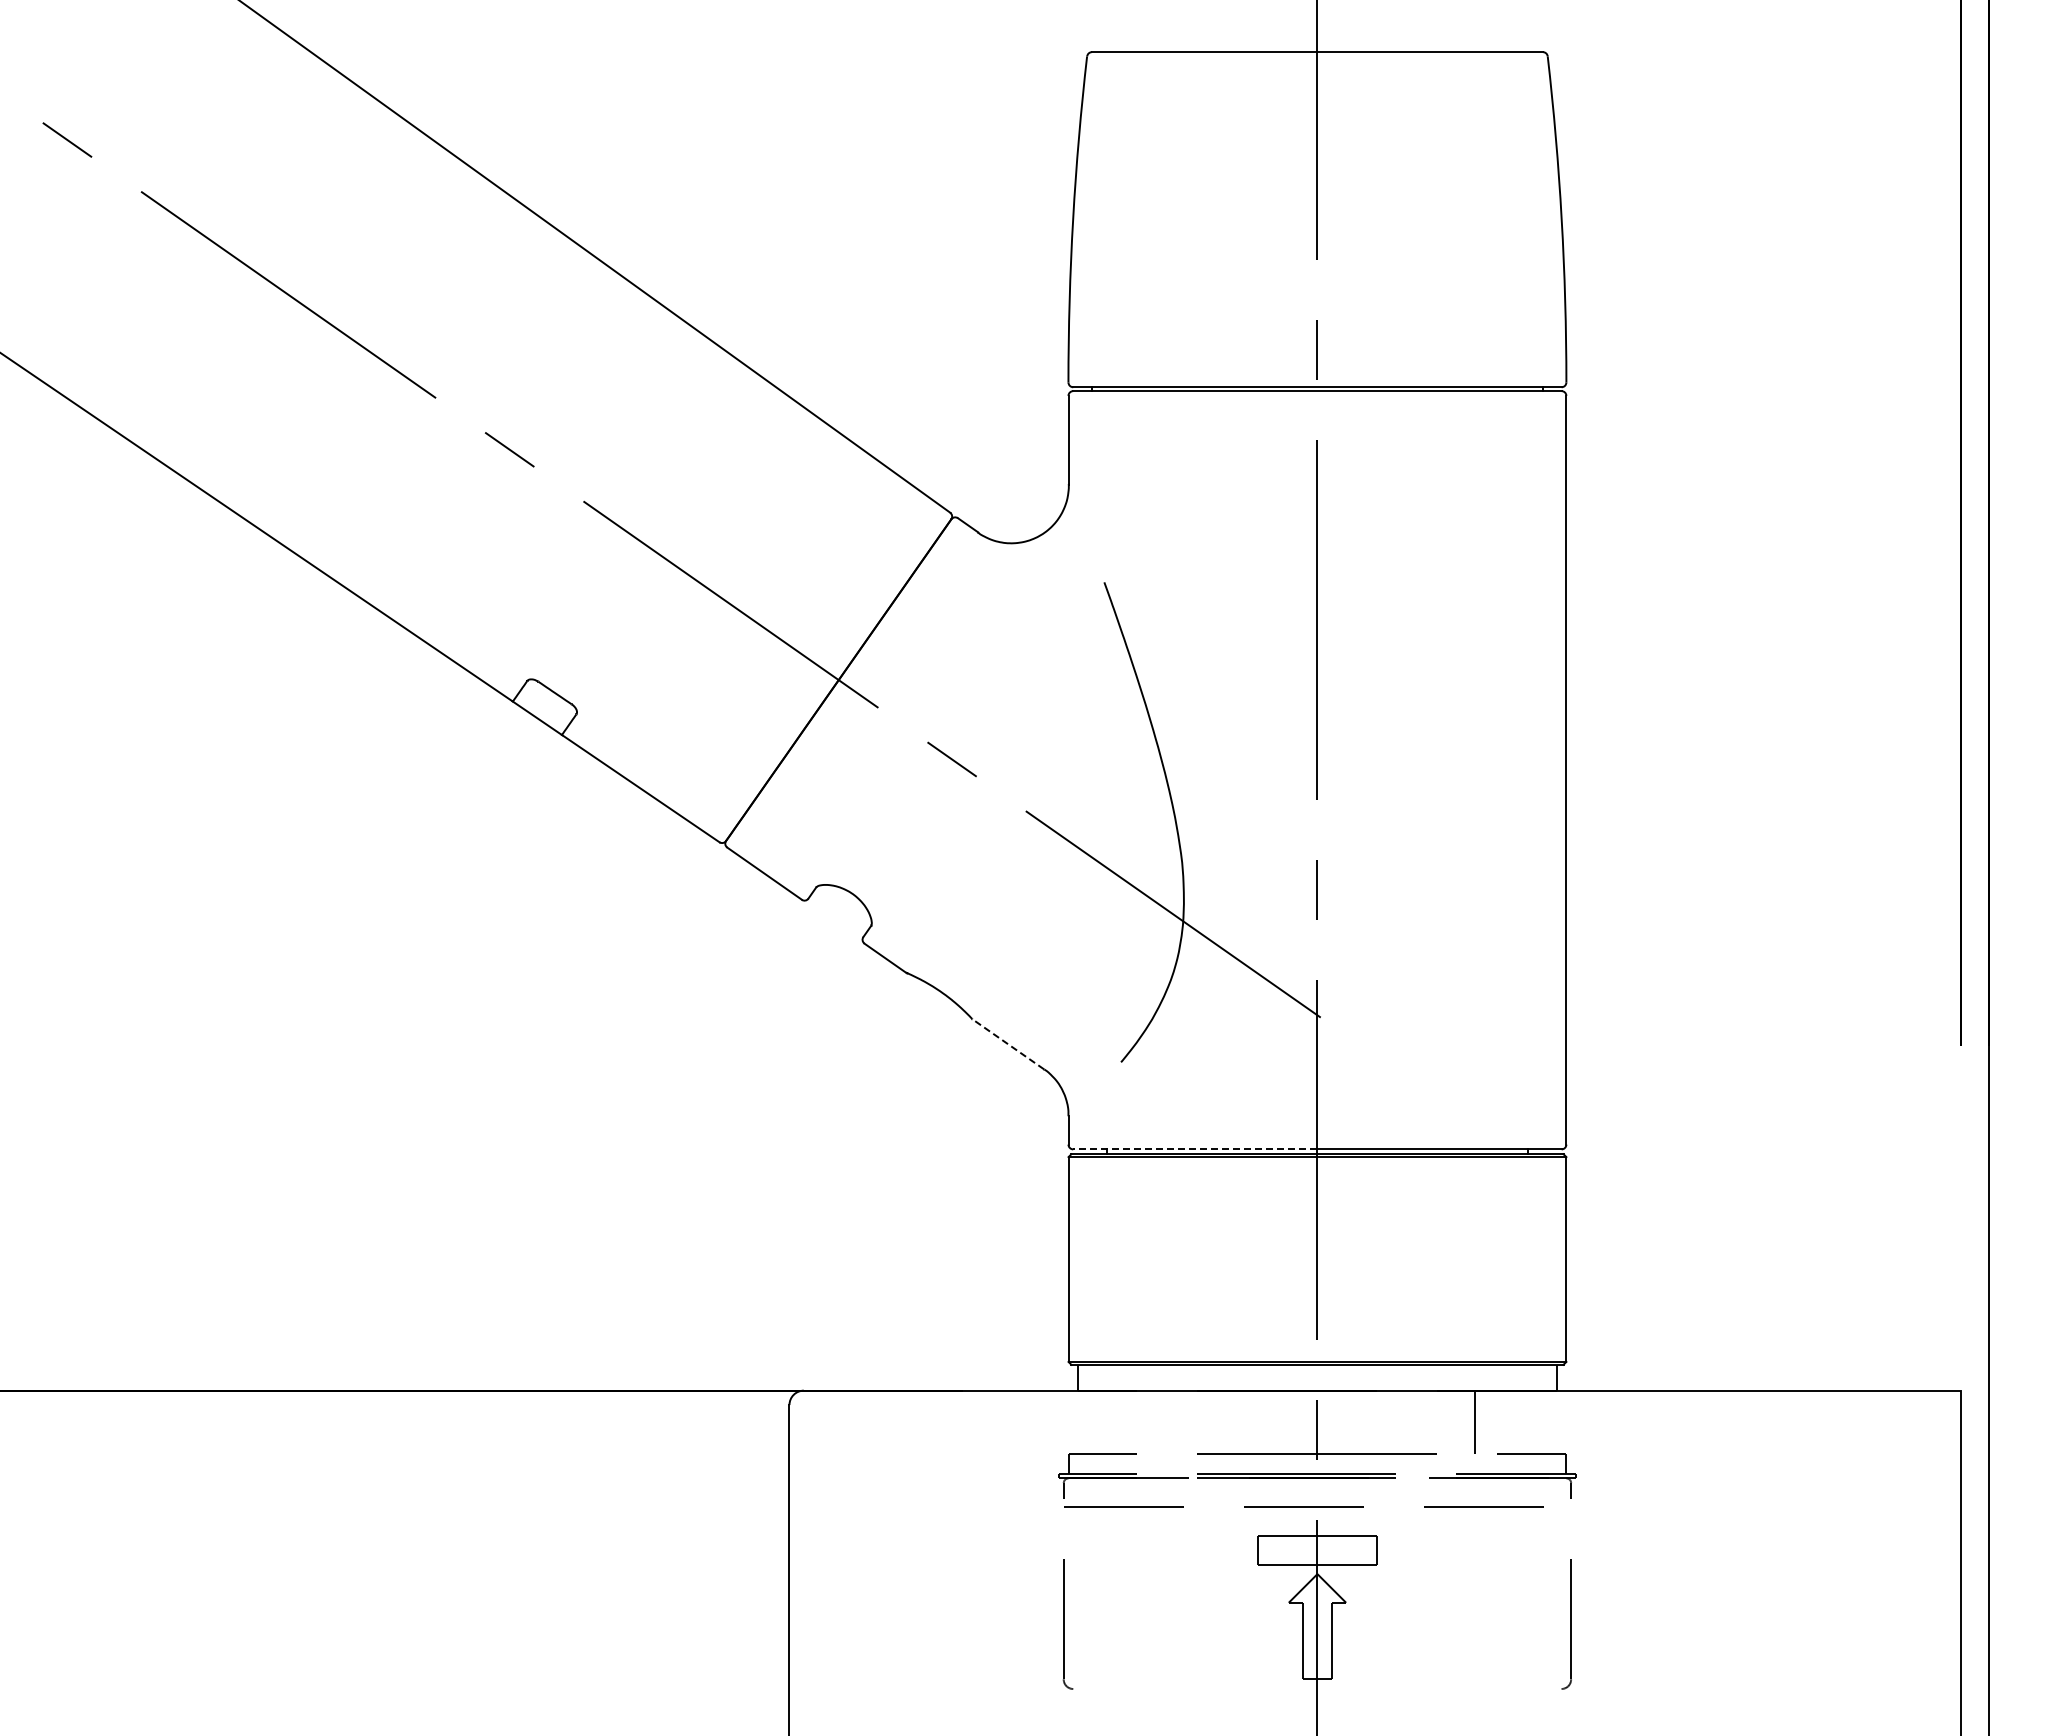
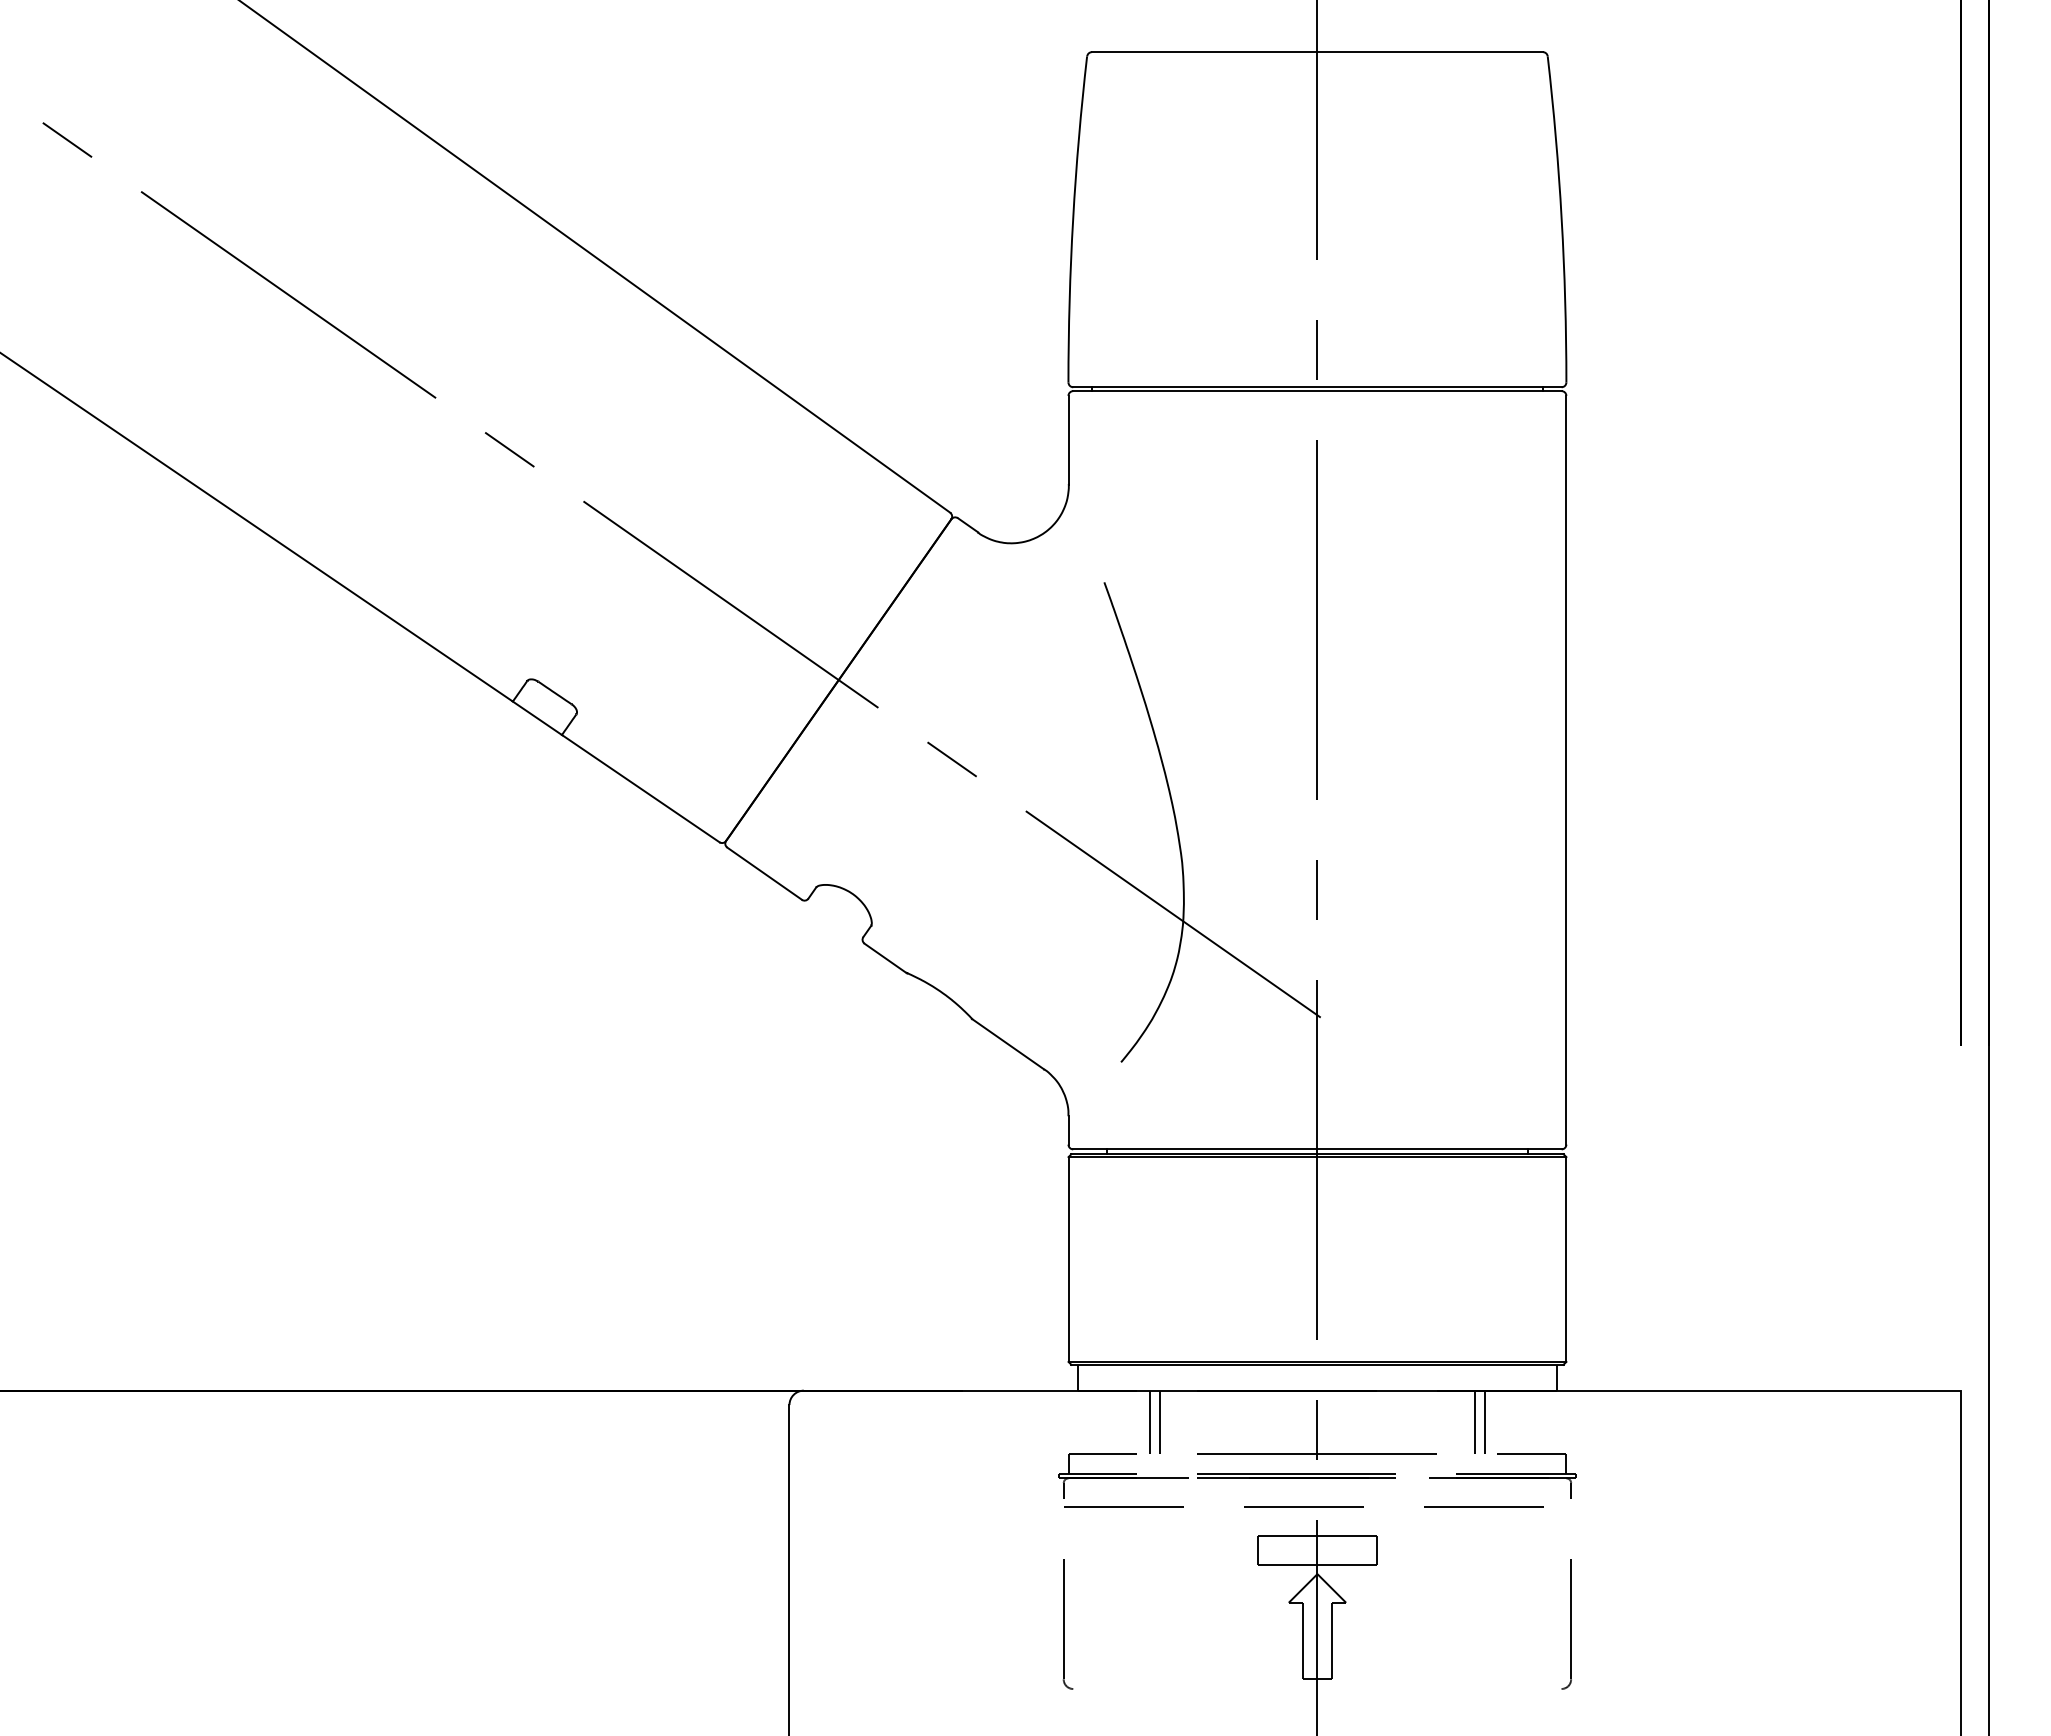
line at (1008, 1044): dashed -> solid
line at (1194, 1149): dashed -> solid
line at (1149, 1422): none -> present
line at (1159, 1422): none -> present
line at (1484, 1422): none -> present
